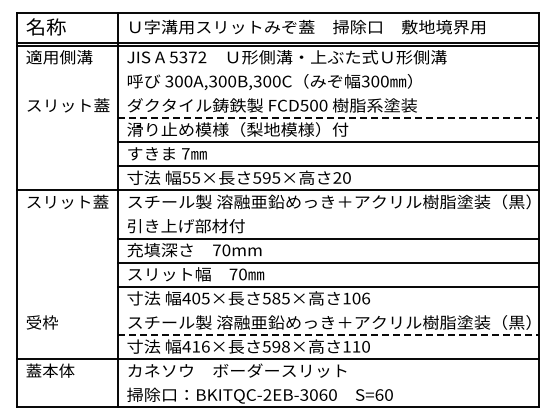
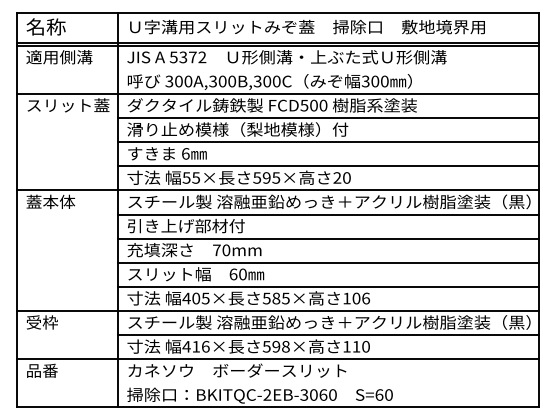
line at (277, 93): none -> present
line at (328, 118): dashed -> solid
text at (185, 153): 7 -> 6
text at (67, 201): スリット蓋 -> 蓋本体
line at (328, 214): none -> present
text at (233, 274): 70 -> 60
line at (277, 310): none -> present
line at (328, 335): dashed -> solid
text at (50, 370): 蓋本体 -> 品番
